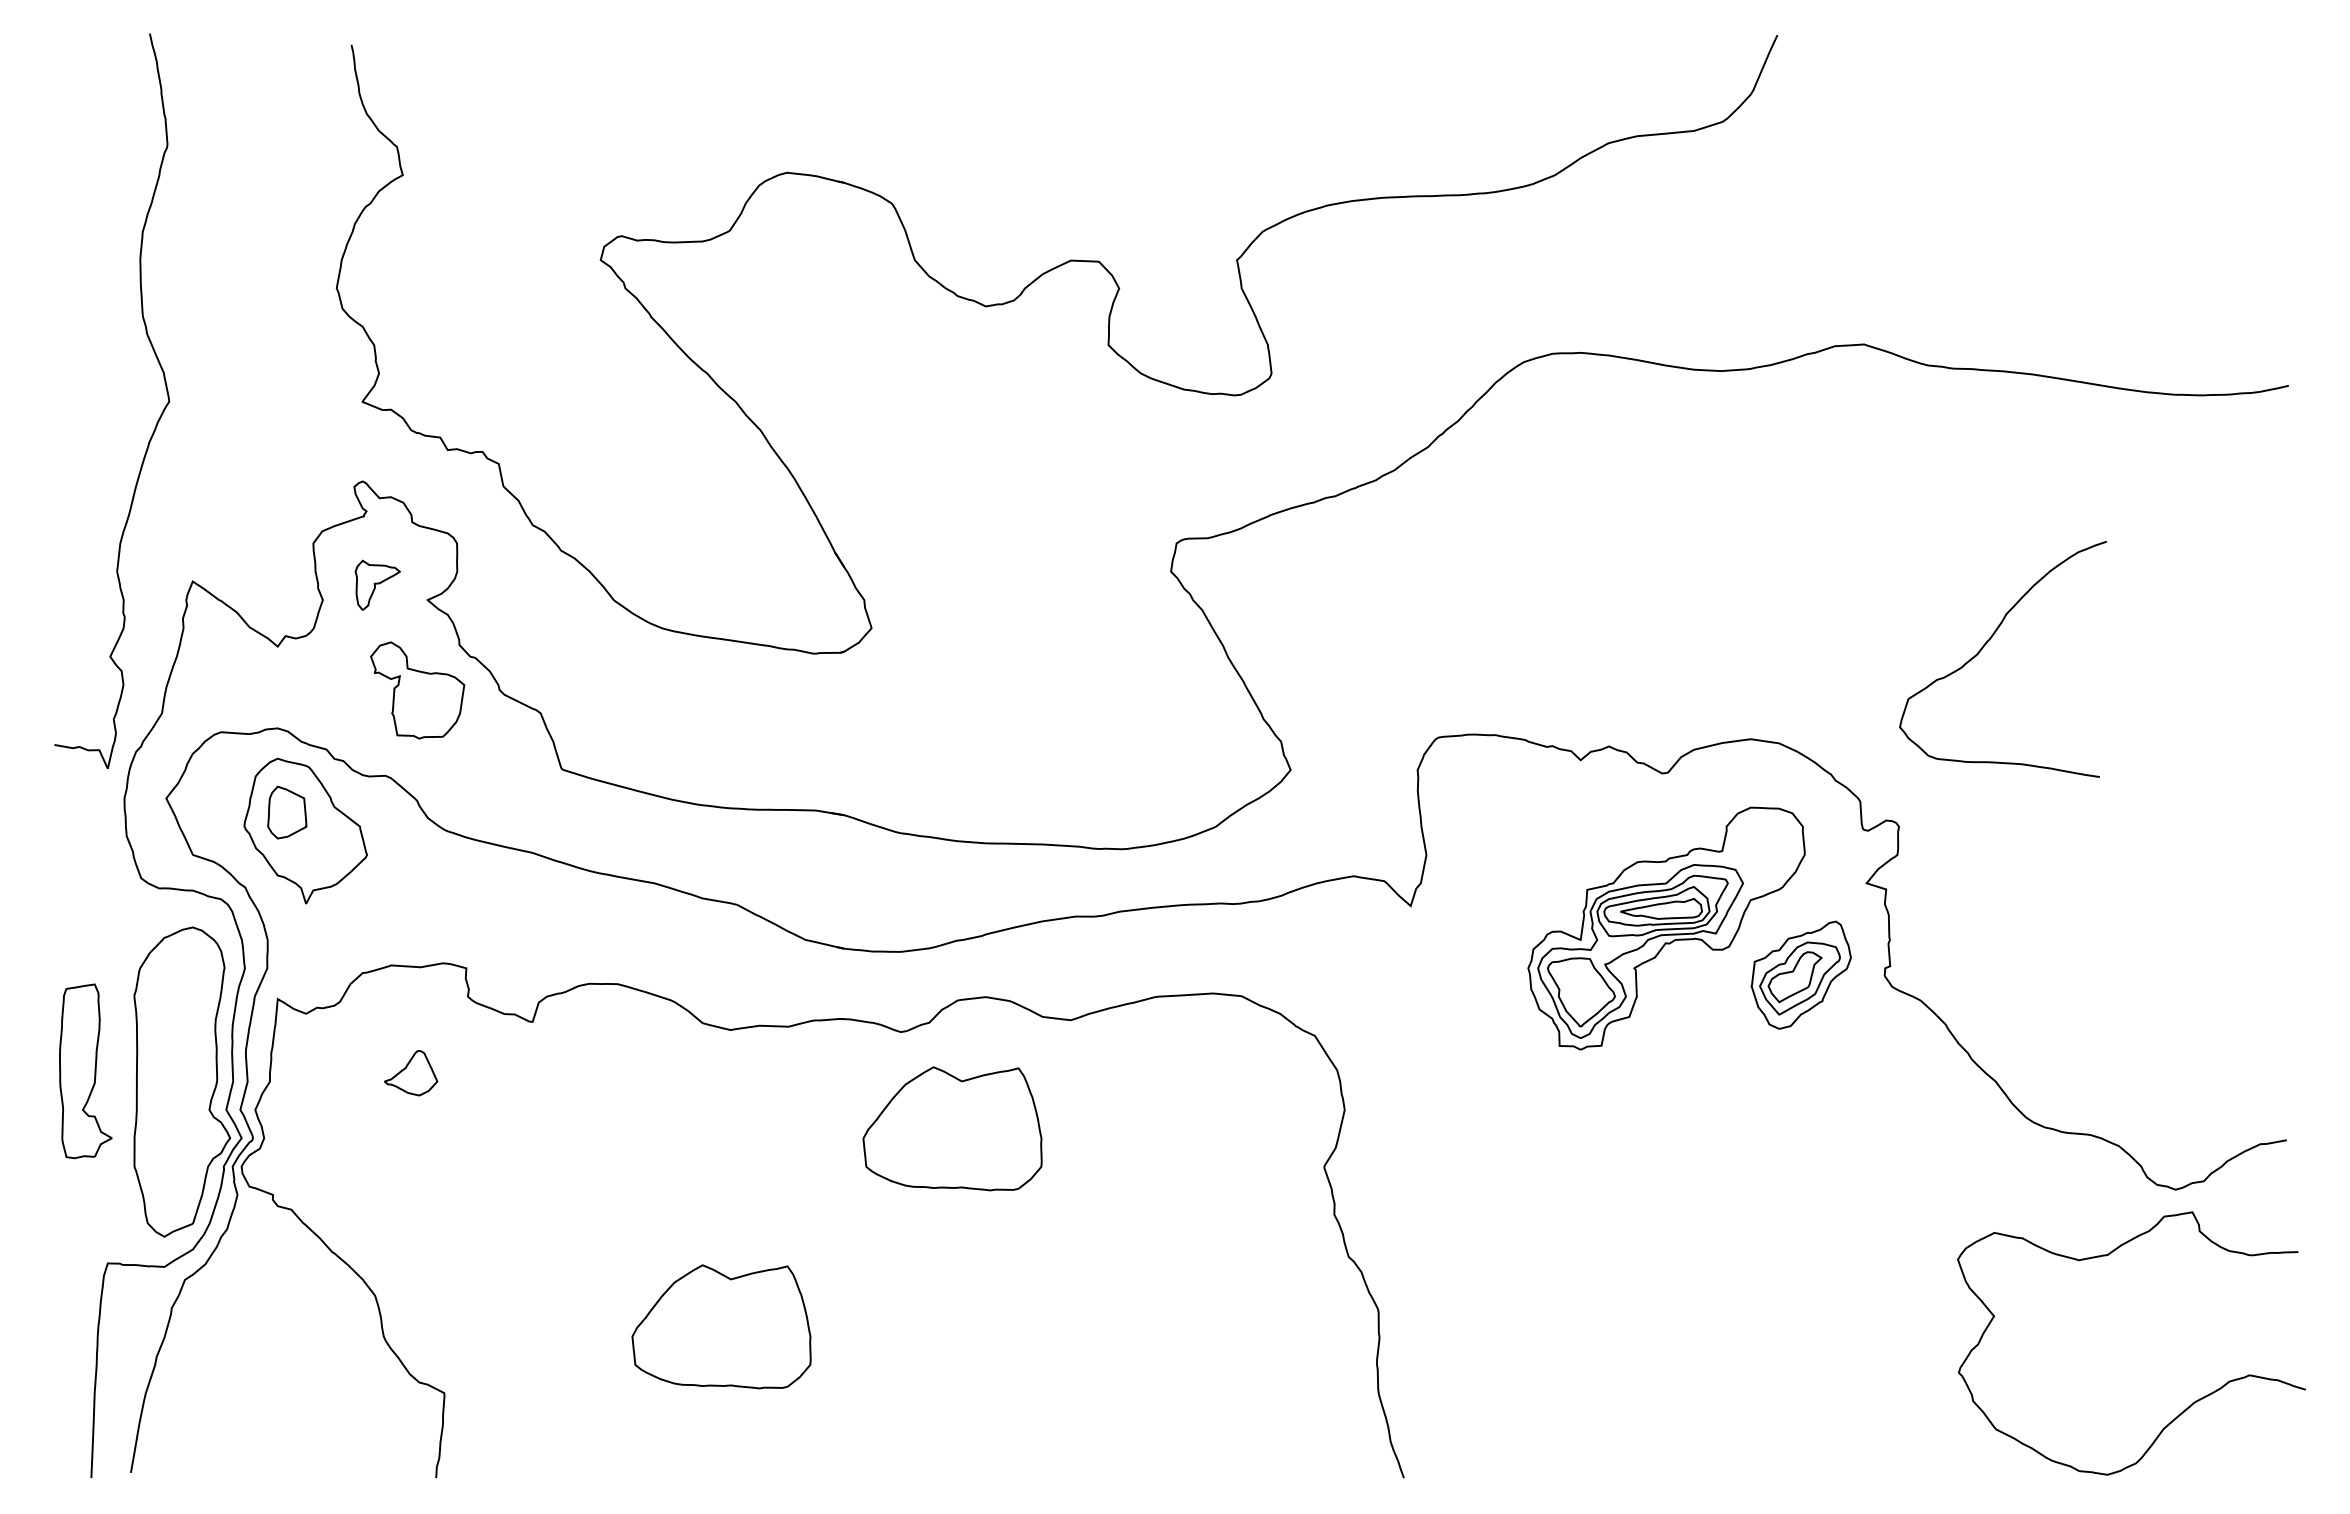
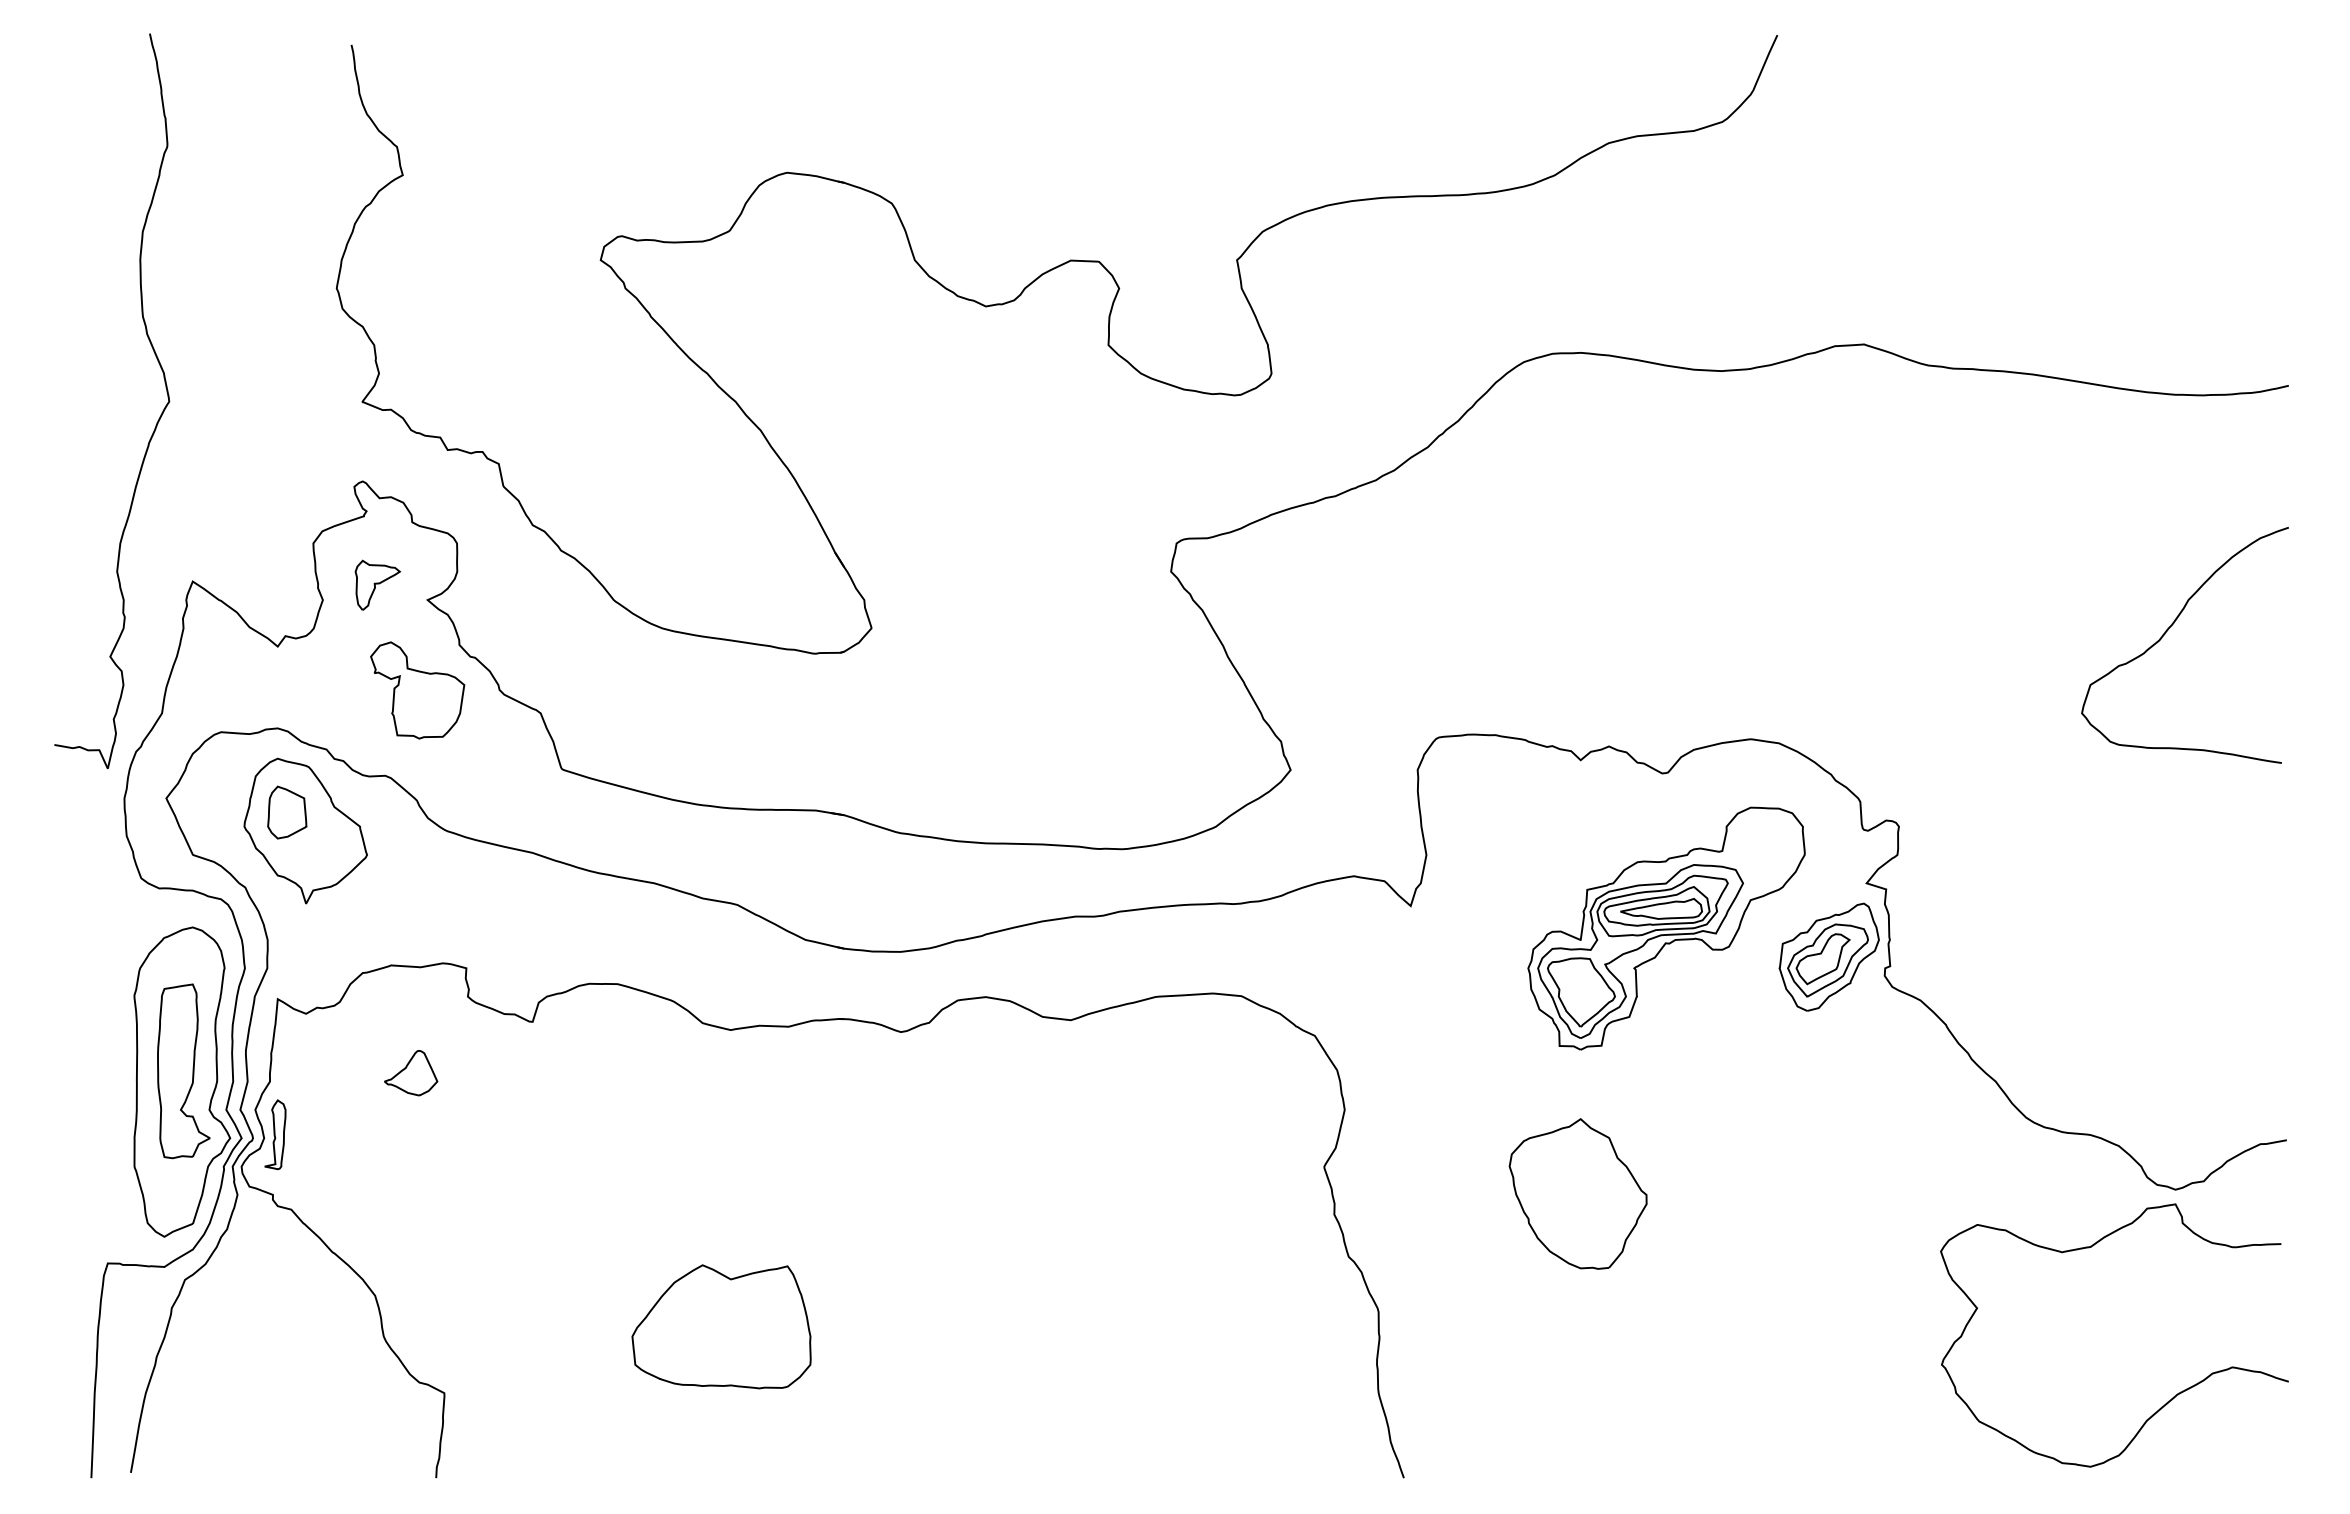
curve at (1986, 644) position: (1986, 644) -> (2168, 630)
part at (1800, 974) position: (1800, 974) -> (1828, 956)
part at (85, 1071) position: (85, 1071) -> (183, 1071)
part at (952, 1128): present -> none
part at (275, 1134): none -> present
part at (1577, 1193): none -> present
curve at (2184, 1409) position: (2184, 1409) -> (2167, 1401)
